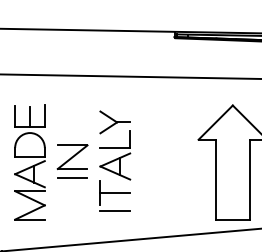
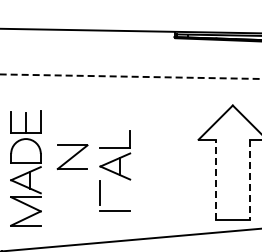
line at (131, 76): solid -> dashed
part at (114, 122): present -> none
part at (29, 162) position: (29, 162) -> (25, 168)
line at (72, 177): present -> none
line at (215, 179): solid -> dashed
line at (249, 179): solid -> dashed
line at (115, 193): present -> none
